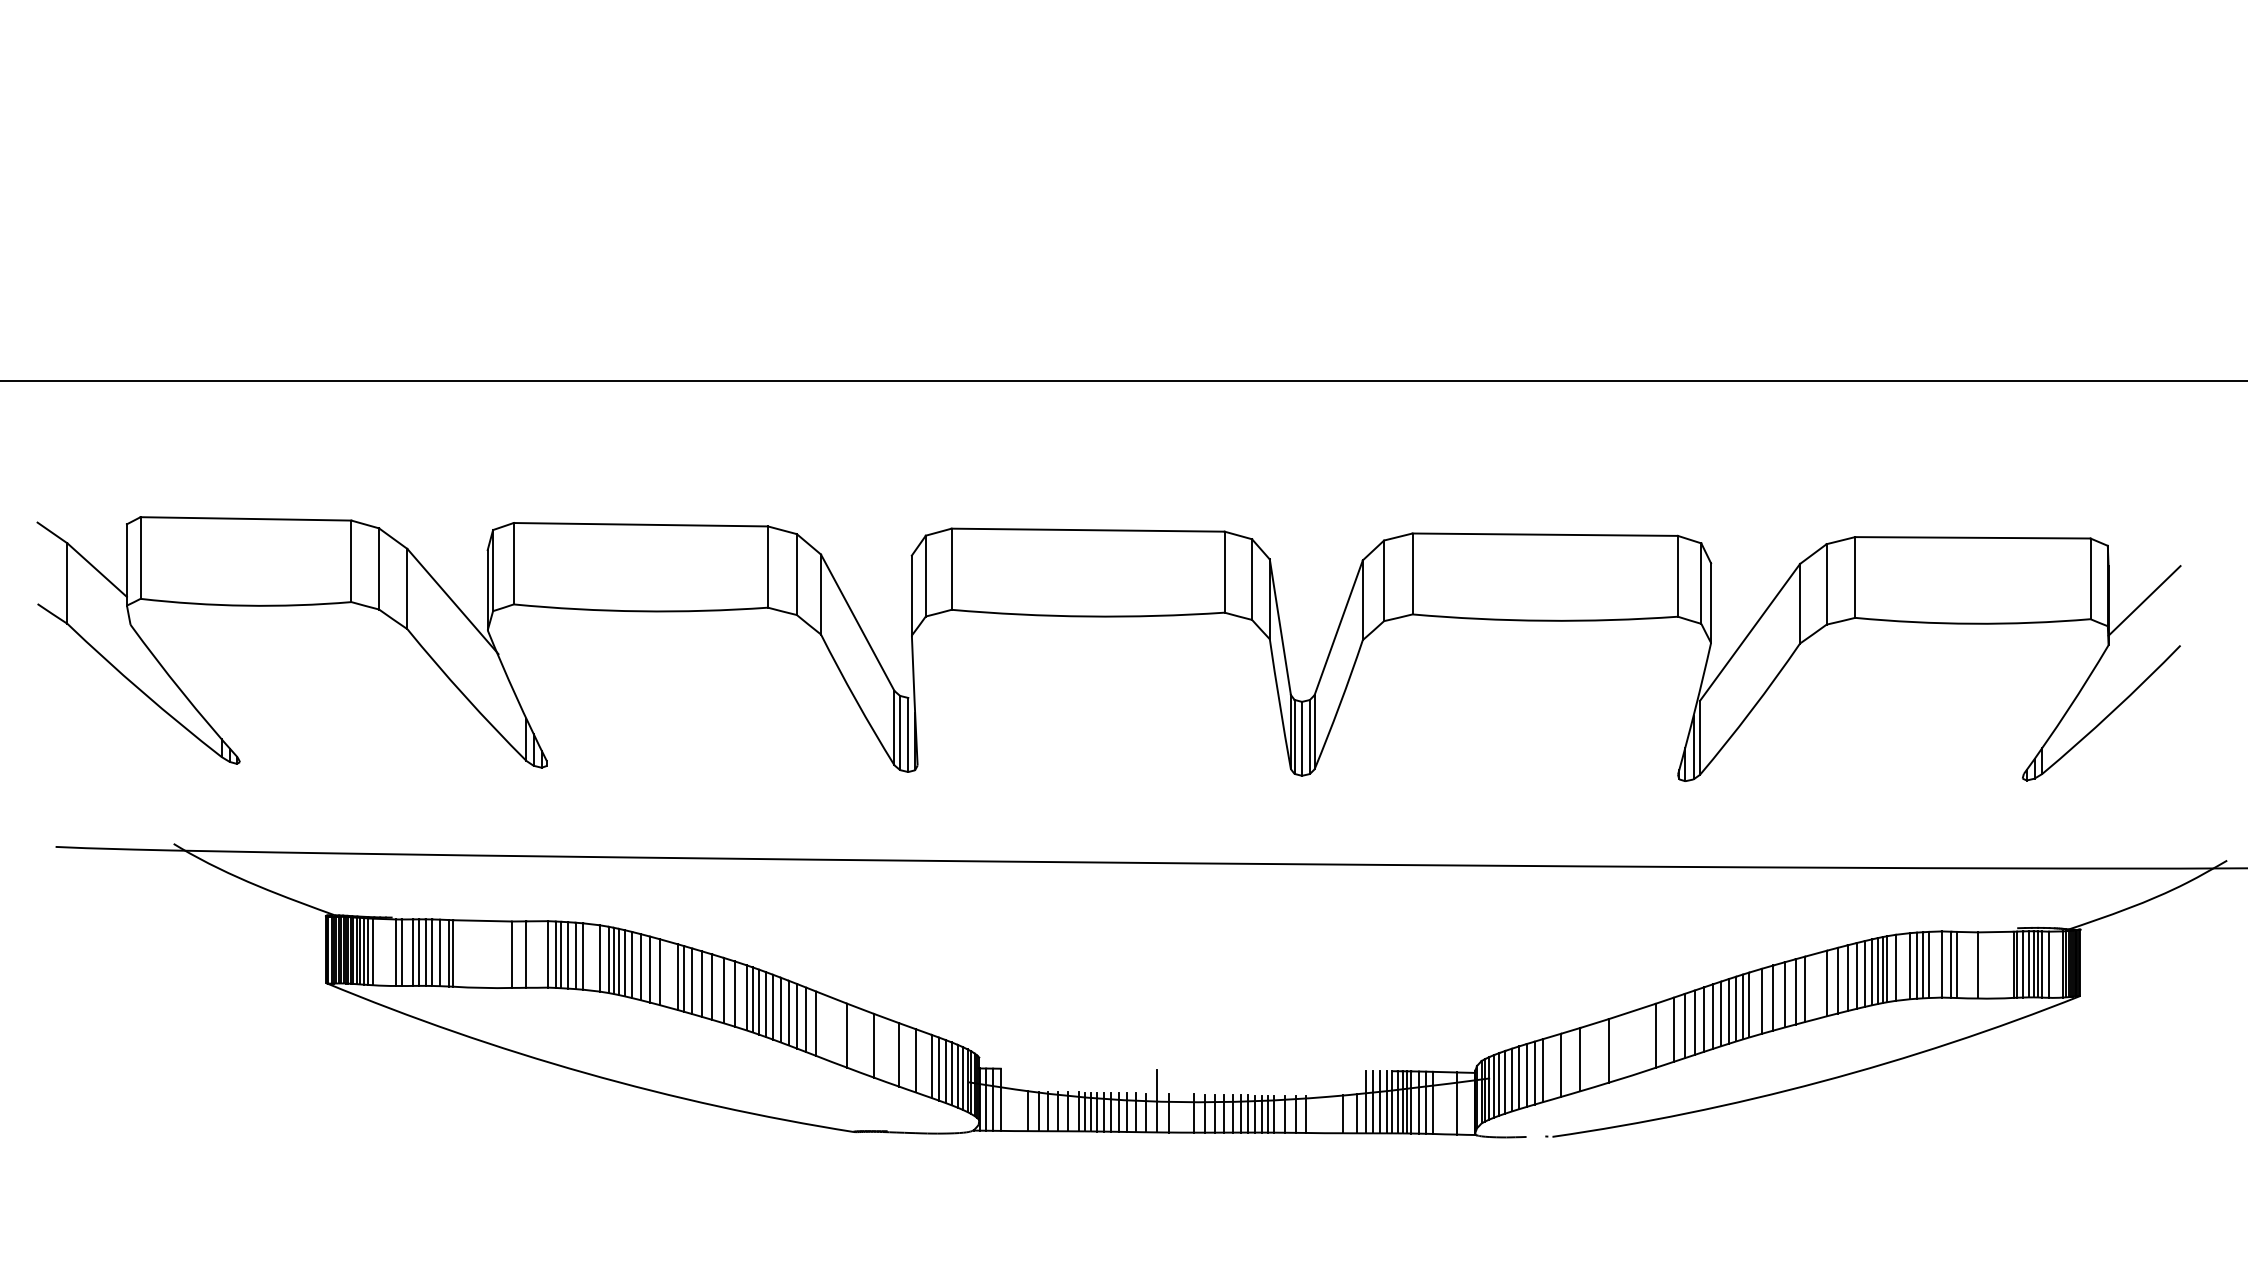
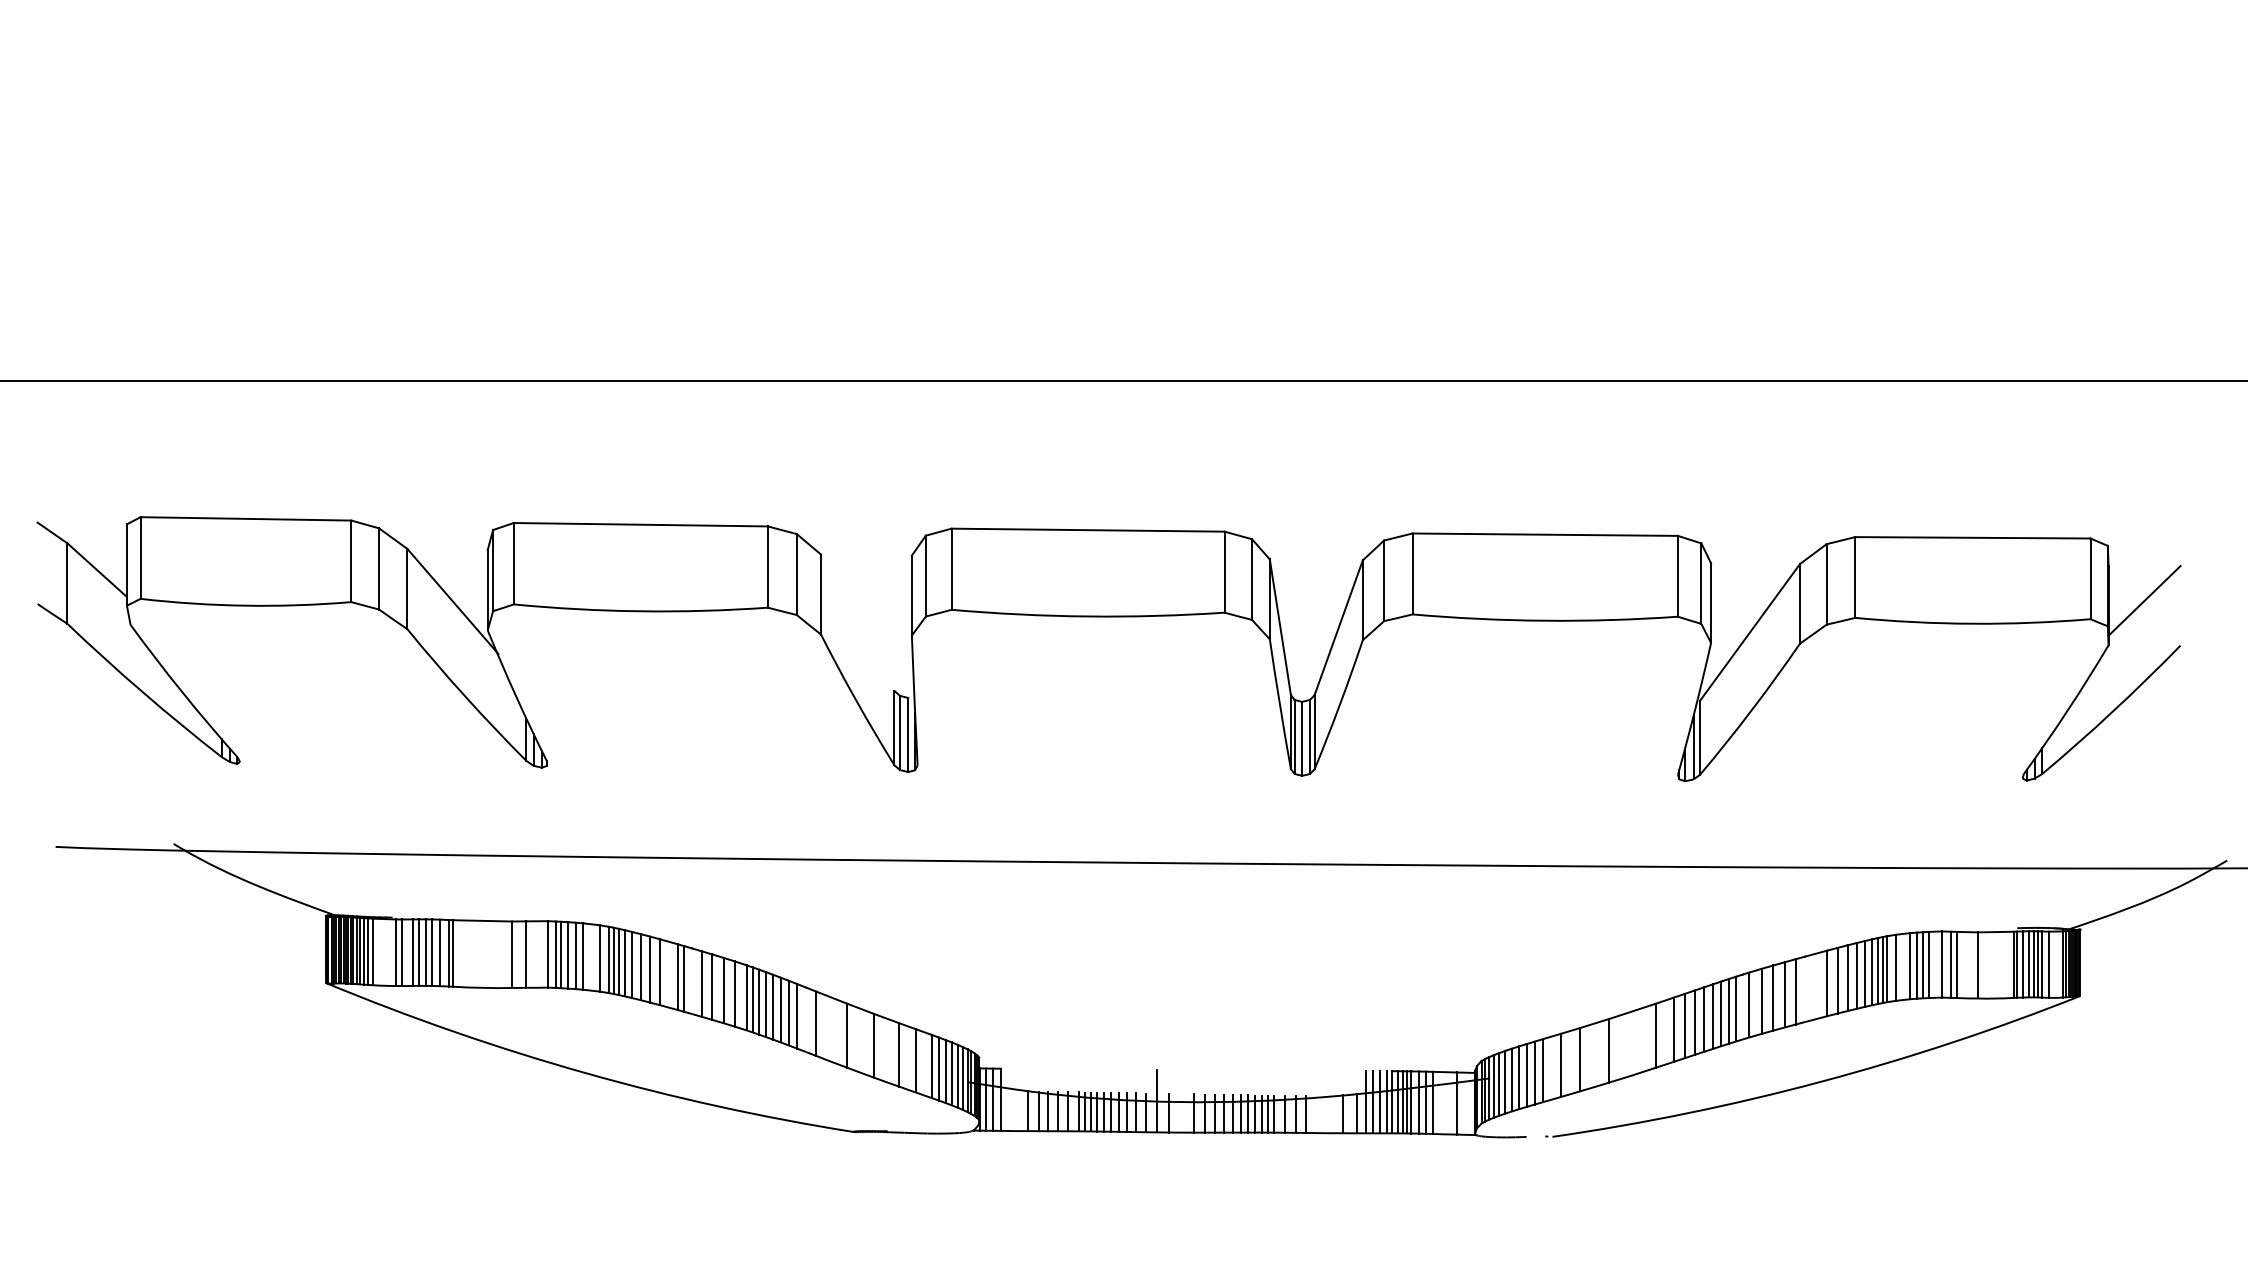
line at (857, 622): present -> none
line at (692, 981): present -> none
line at (1805, 989): present -> none
line at (1742, 1006): present -> none
line at (806, 1019): present -> none
